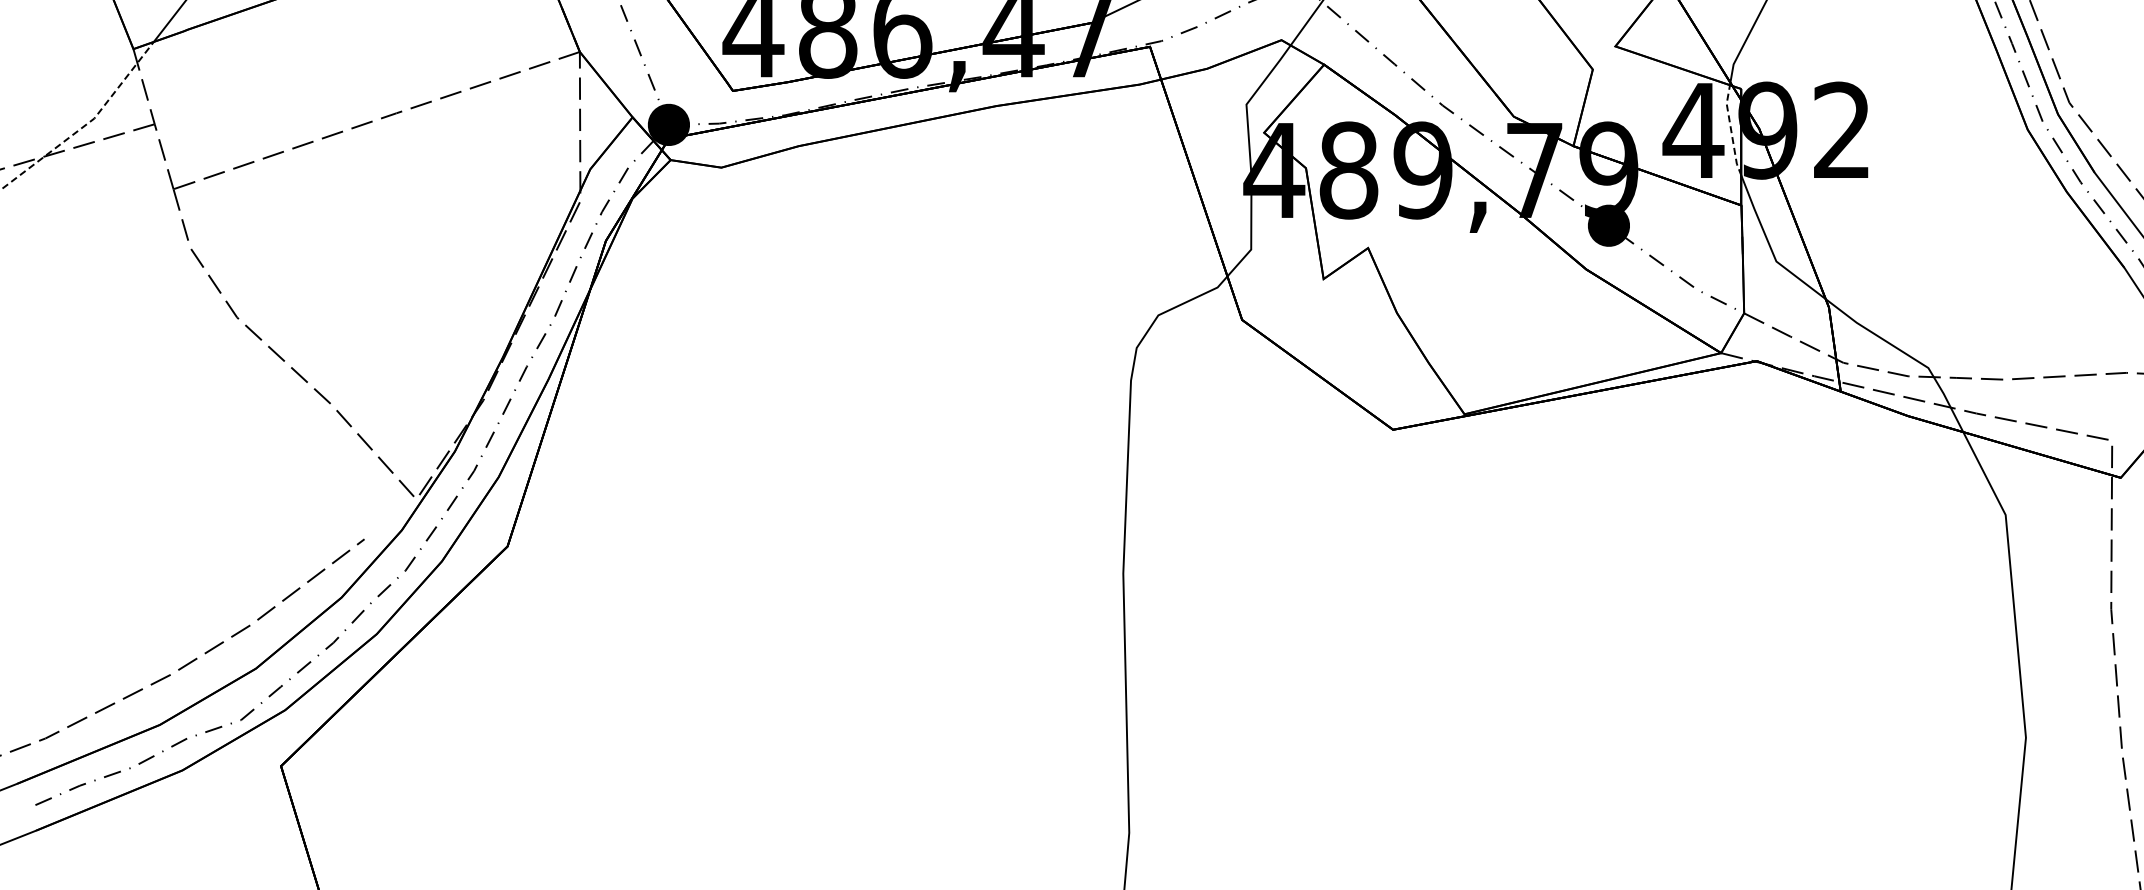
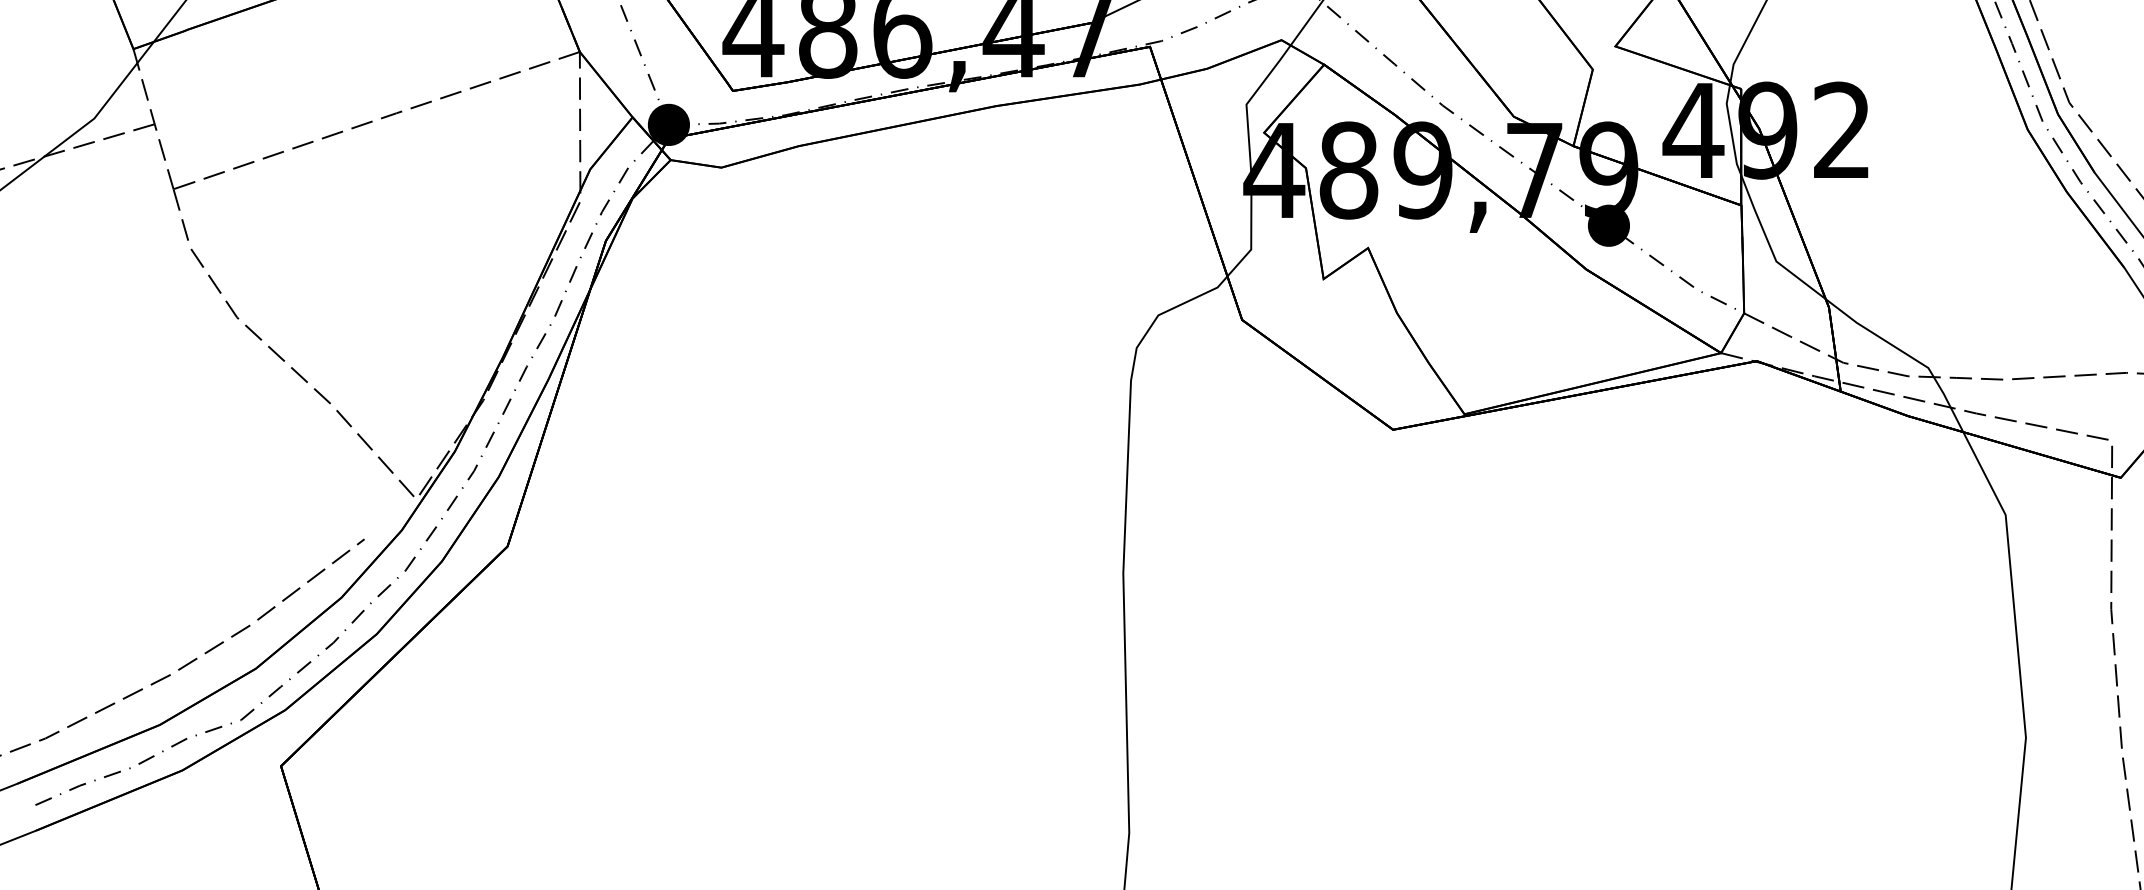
line at (87, 124): dashed -> solid
line at (1731, 131): dashed -> solid
